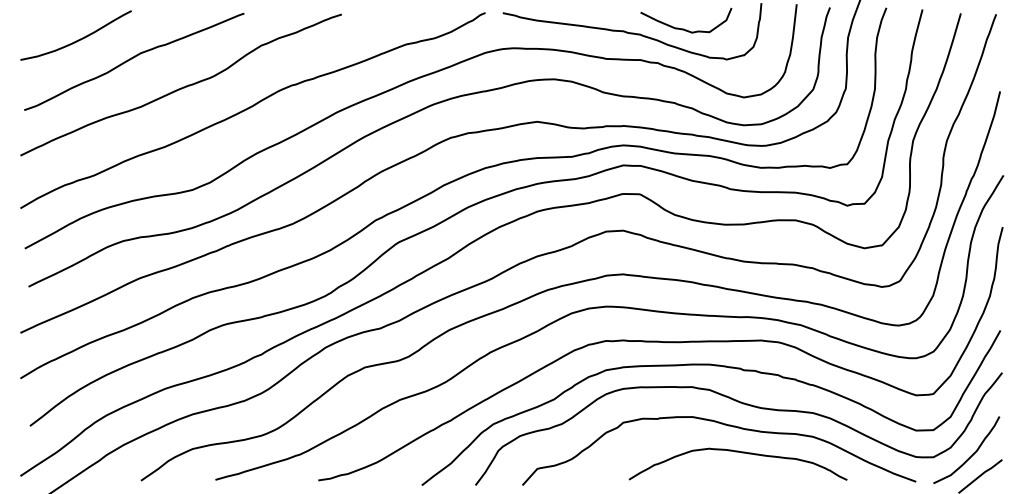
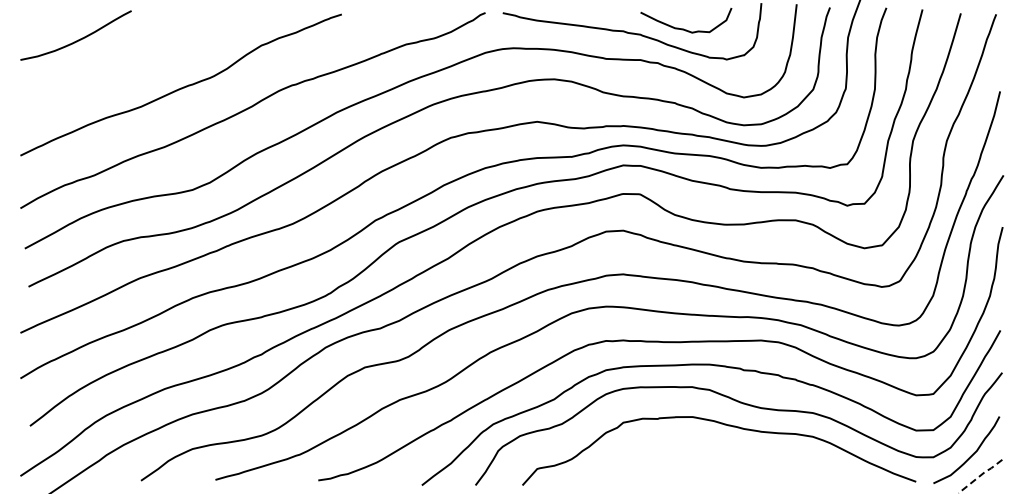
curve at (132, 59): present -> none
curve at (741, 453): present -> none
line at (980, 475): solid -> dashed
